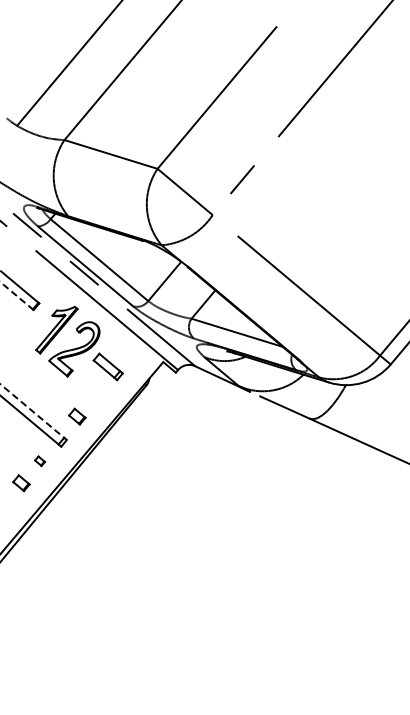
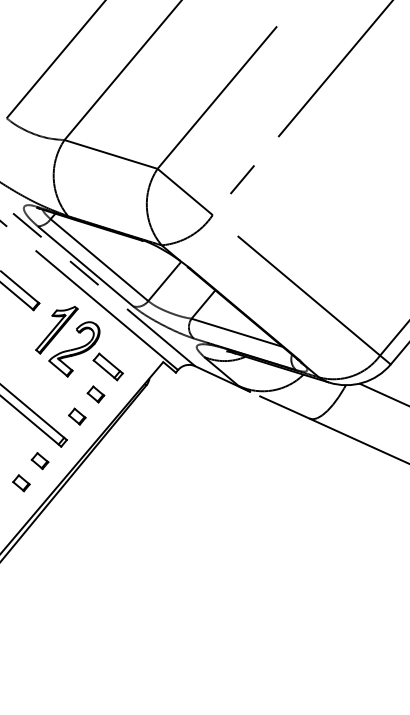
line at (68, 64) position: (68, 64) -> (54, 60)
line at (17, 296): dashed -> solid
part at (95, 394): none -> present
line at (382, 394): none -> present
line at (33, 412): dashed -> solid
part at (40, 461) size: 13x13 px -> 20x19 px
